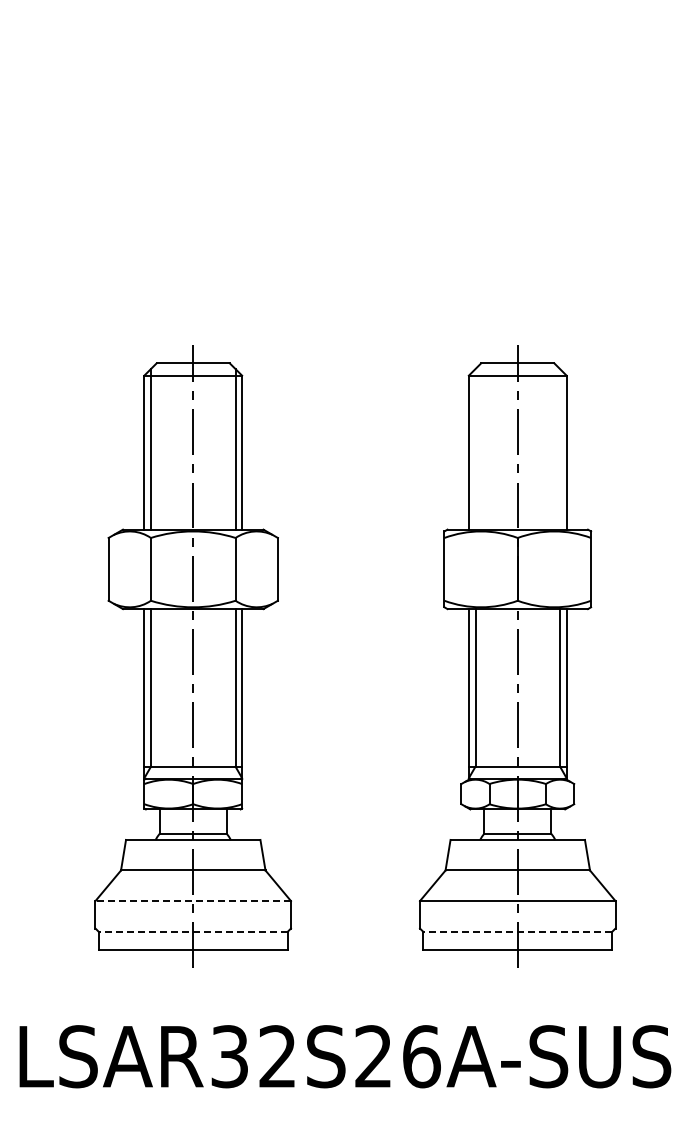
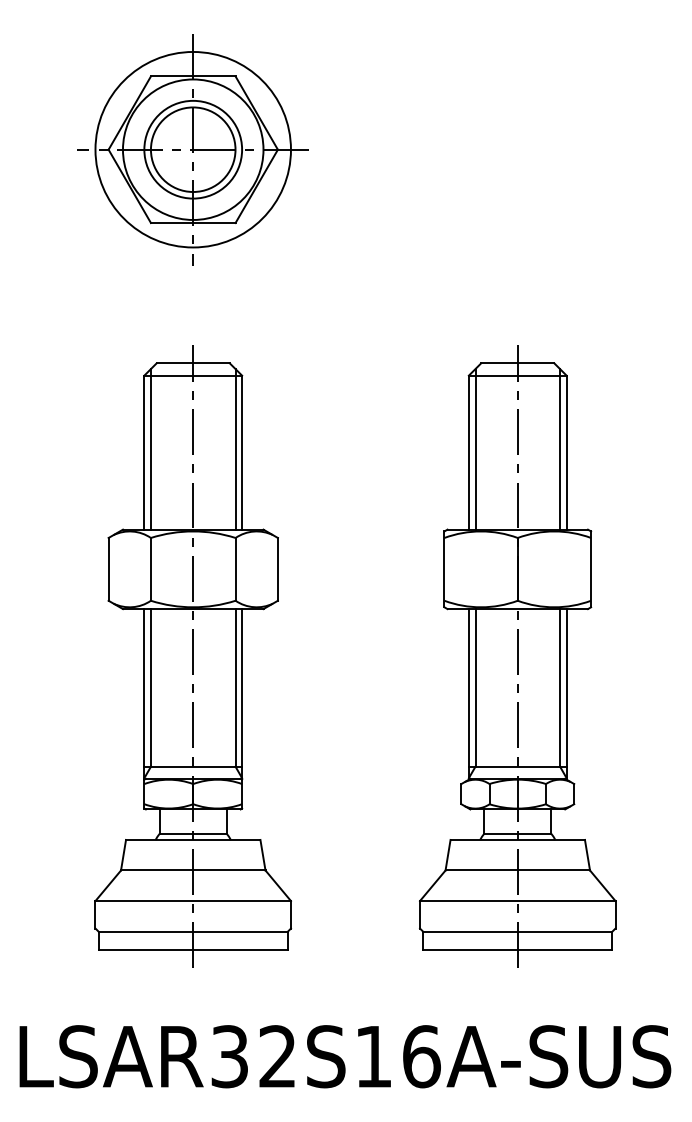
part at (192, 149): none -> present
line at (475, 449): none -> present
line at (560, 449): none -> present
line at (193, 901): dashed -> solid
line at (193, 931): dashed -> solid
line at (517, 931): dashed -> solid
text at (372, 1056): LSAR32S26A-SUS -> LSAR32S16A-SUS
